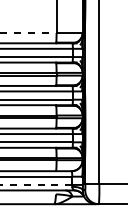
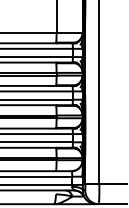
line at (28, 33): dashed -> solid
line at (36, 184): dashed -> solid
